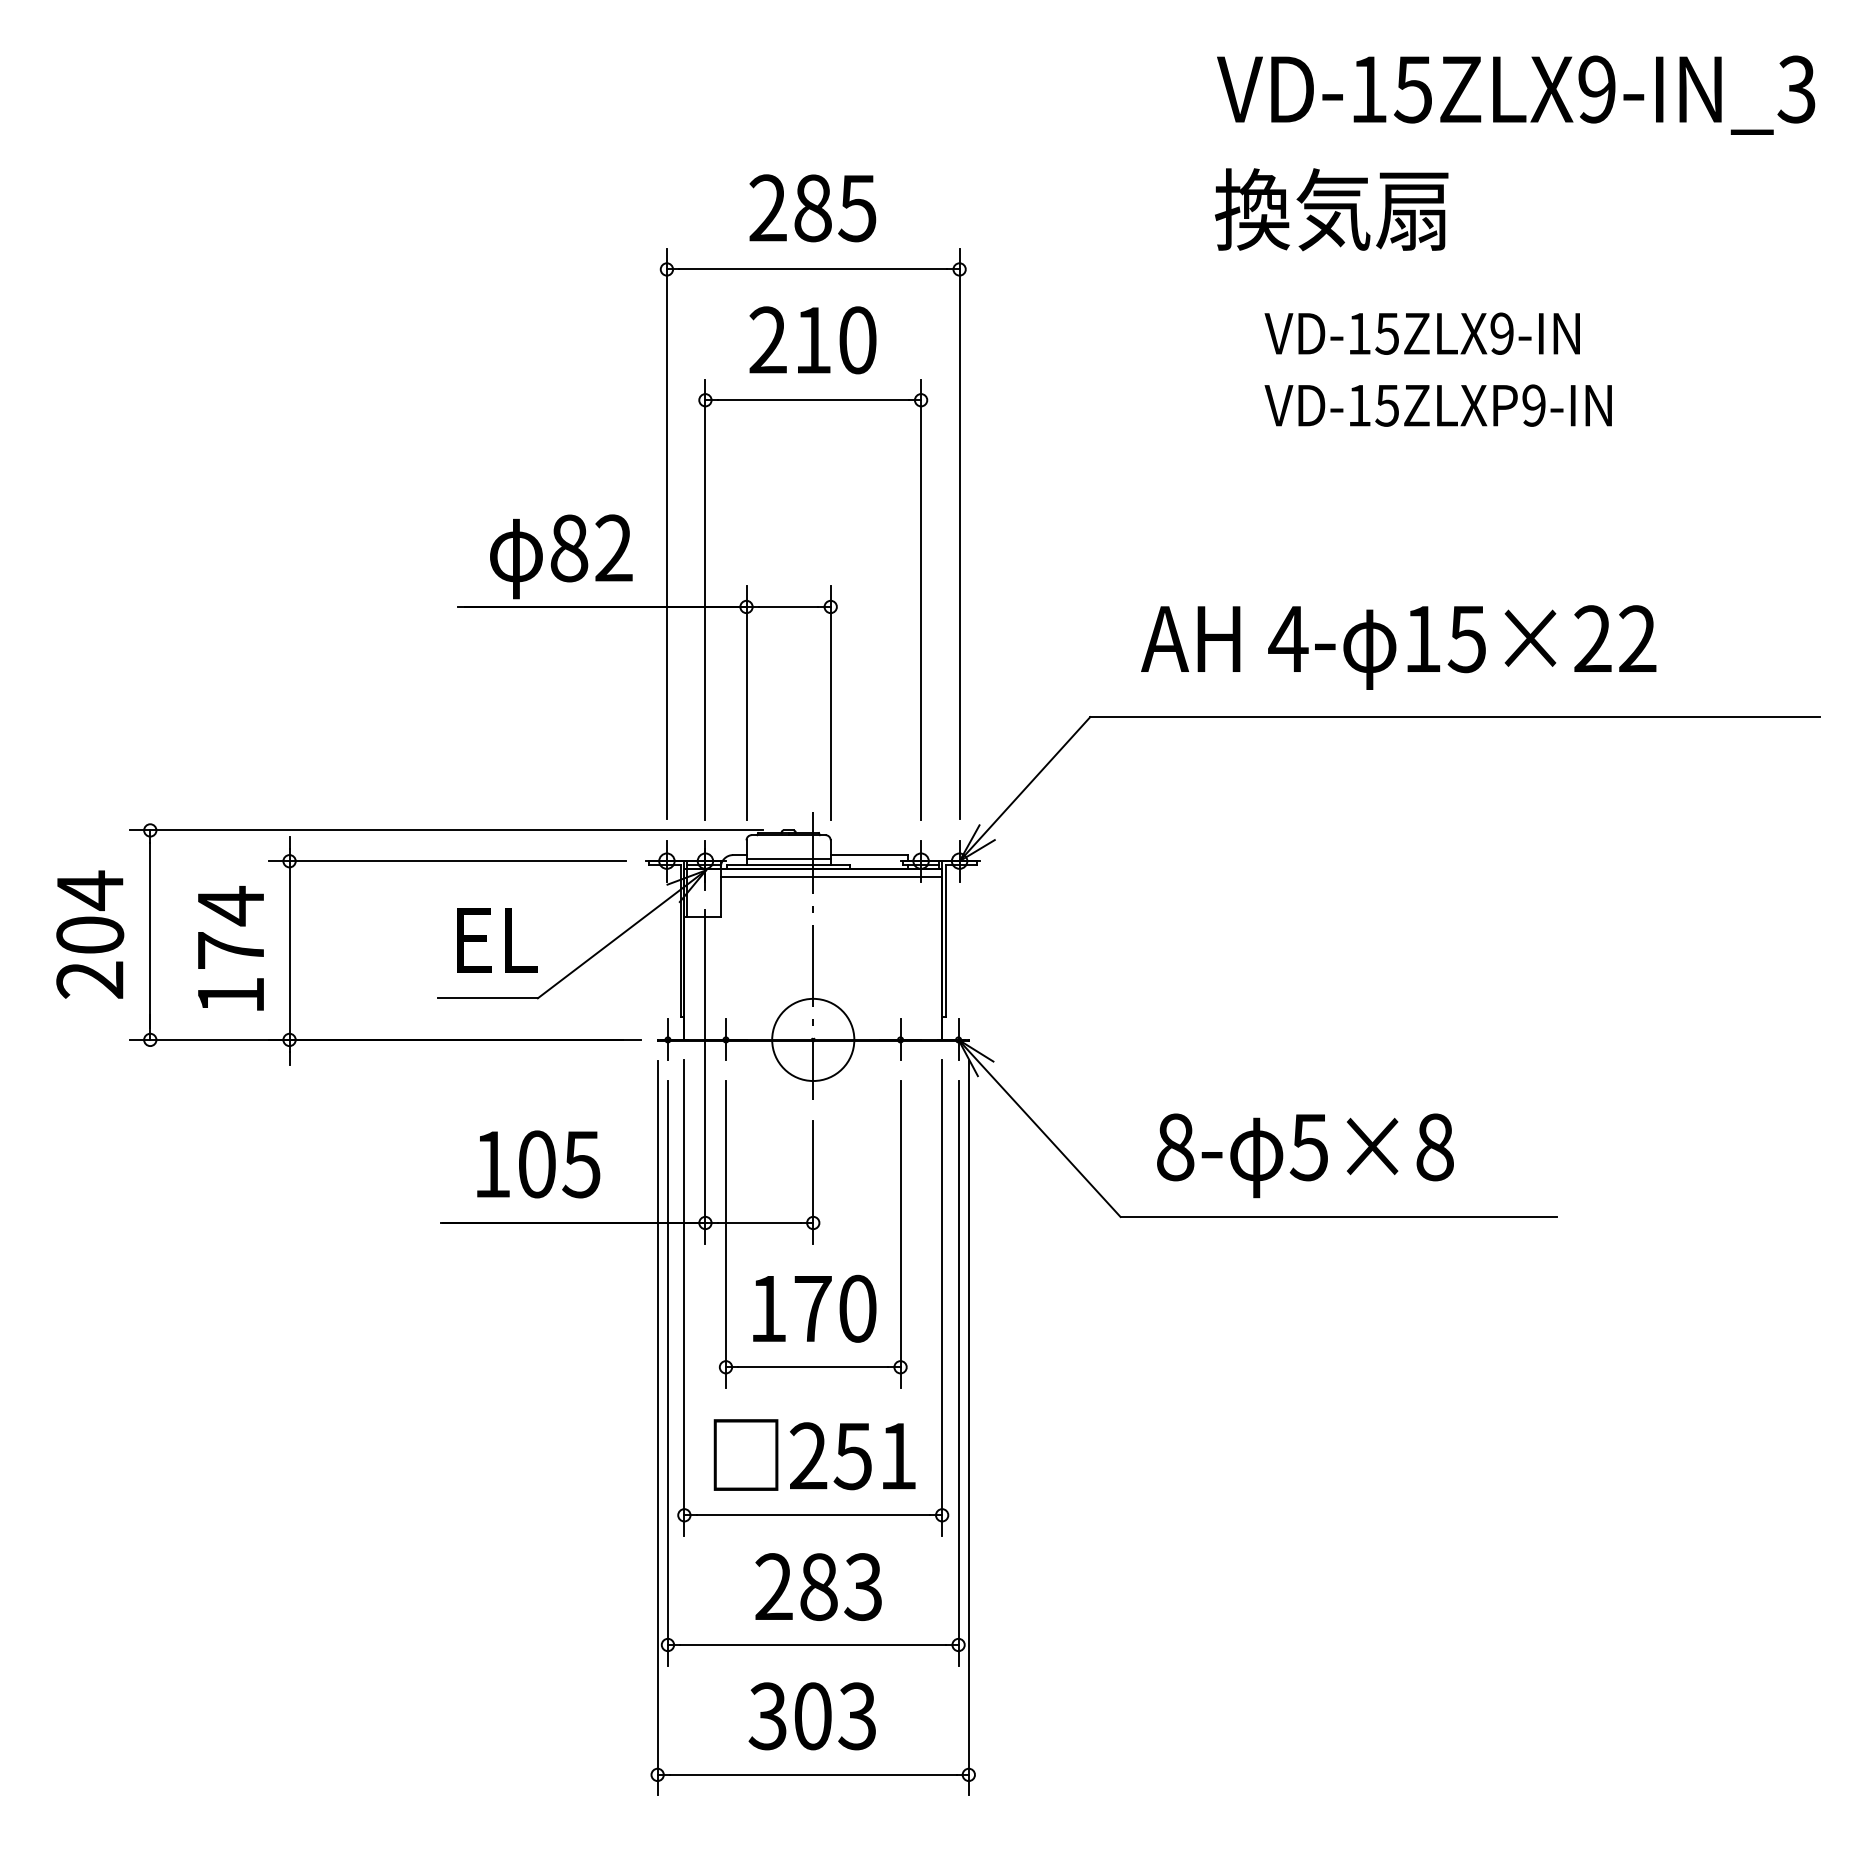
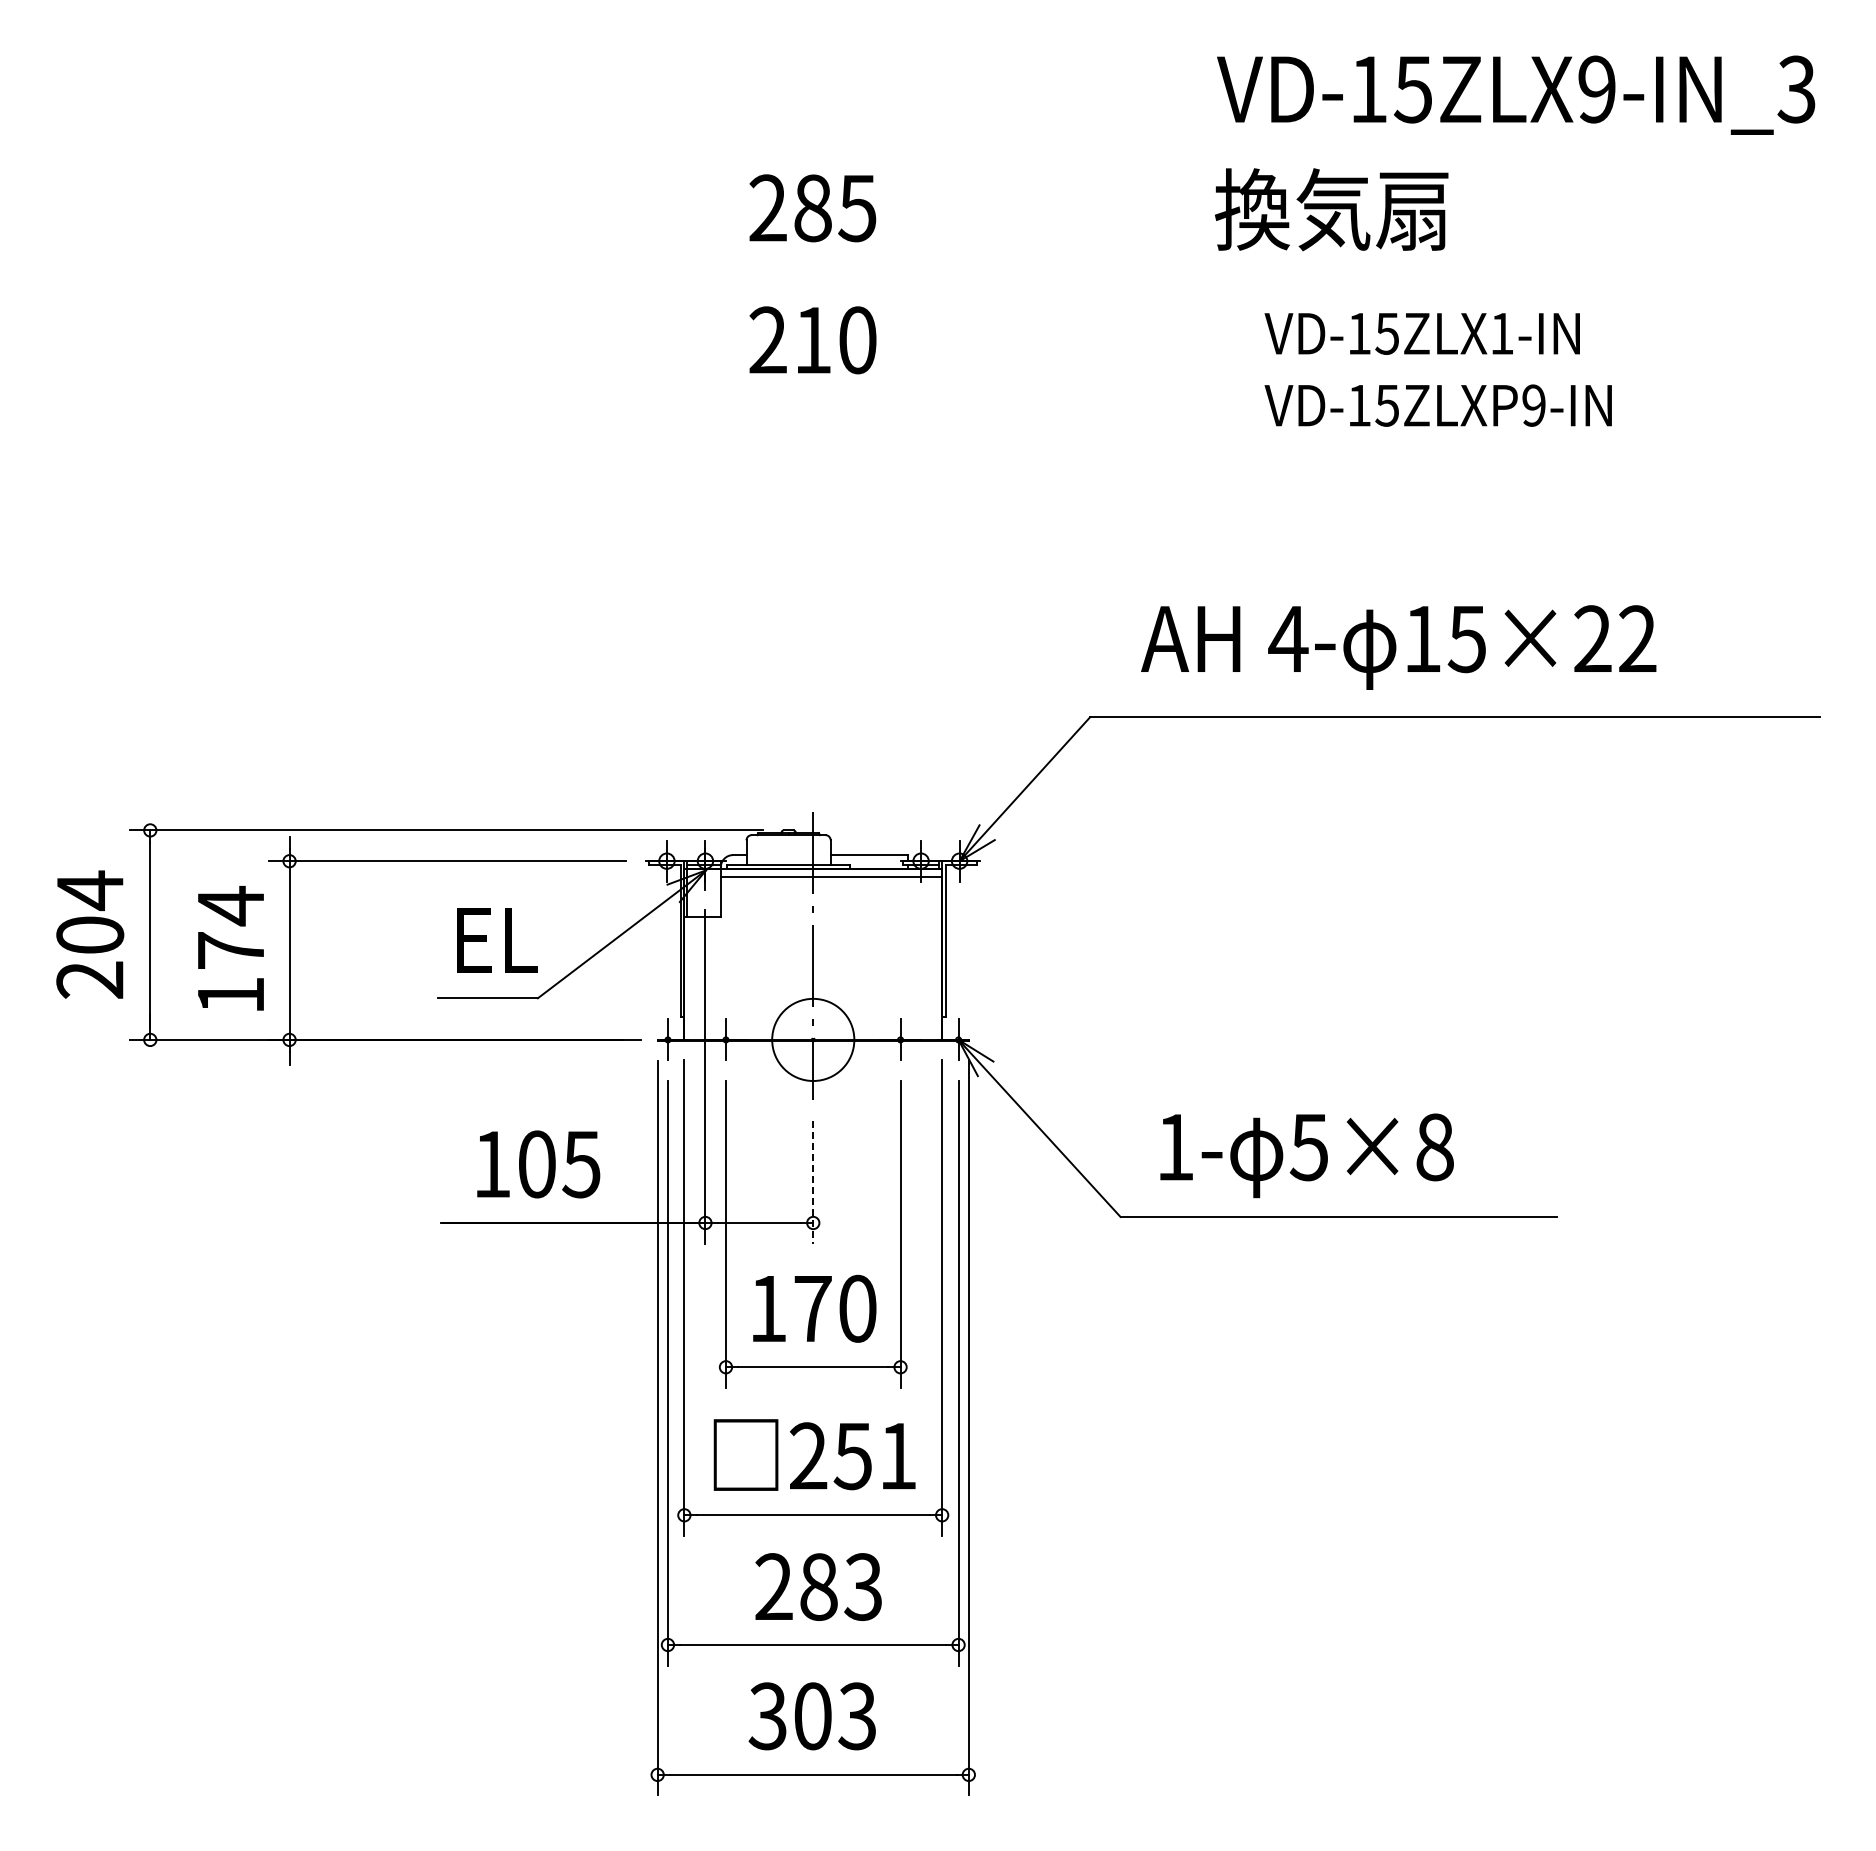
text at (1501, 333): VD-15ZLX9-IN -> VD-15ZLX1-IN
part at (711, 534): present -> none
line at (788, 859): present -> none
text at (1175, 1147): 8- -> 1-
line at (813, 1182): solid -> dashed
